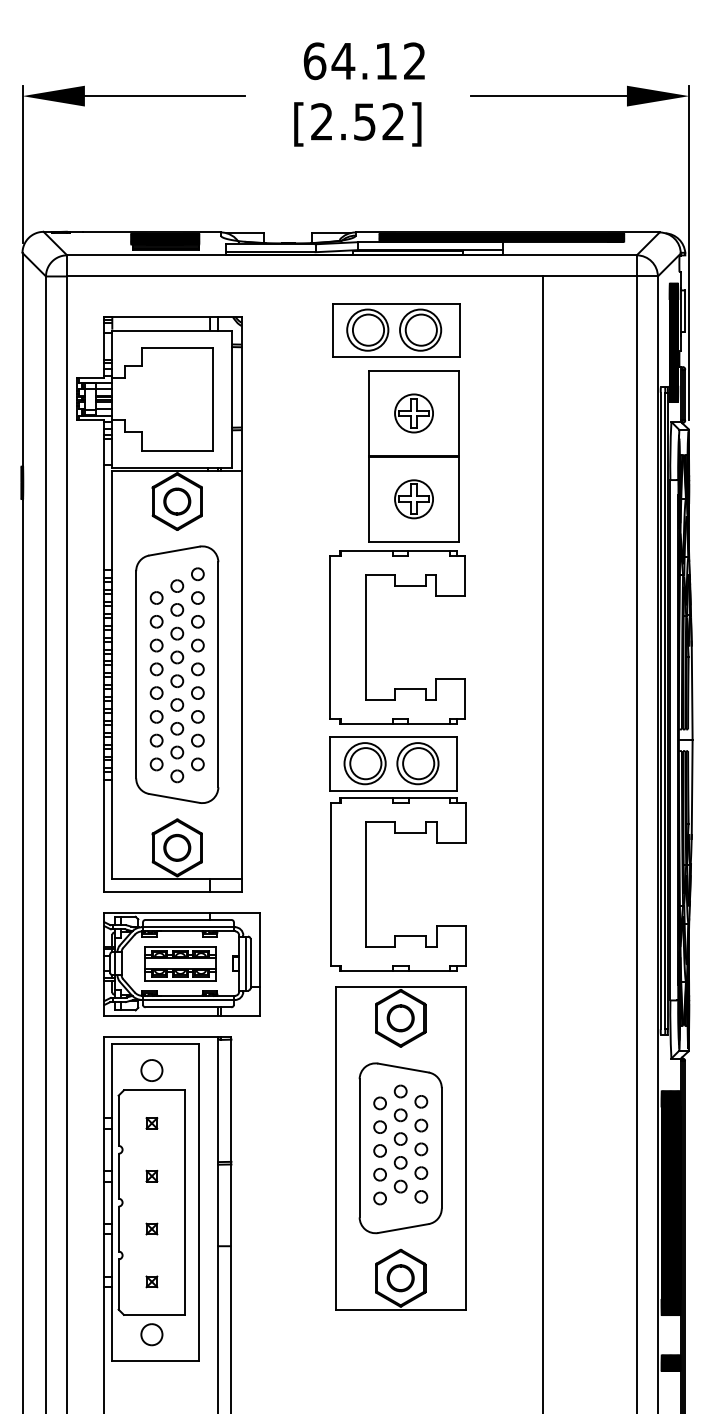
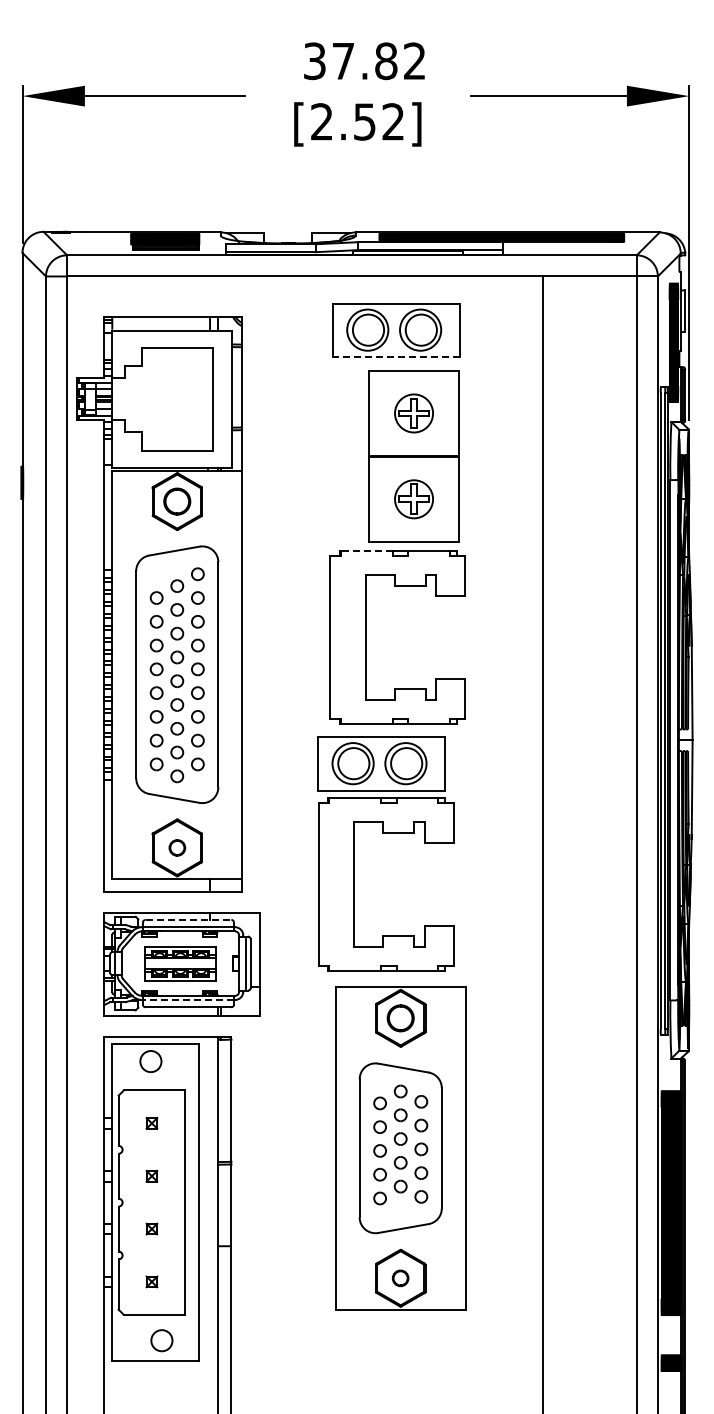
text at (350, 61): 64.12 -> 37.82
line at (395, 357): solid -> dashed
line at (366, 551): solid -> dashed
part at (397, 833) position: (397, 833) -> (385, 833)
part at (177, 847) size: 29x28 px -> 19x18 px
line at (188, 919): solid -> dashed
line at (187, 1000): solid -> dashed
part at (151, 1070) position: (151, 1070) -> (150, 1061)
part at (400, 1278) size: 29x29 px -> 19x19 px
part at (151, 1334) position: (151, 1334) -> (161, 1340)
